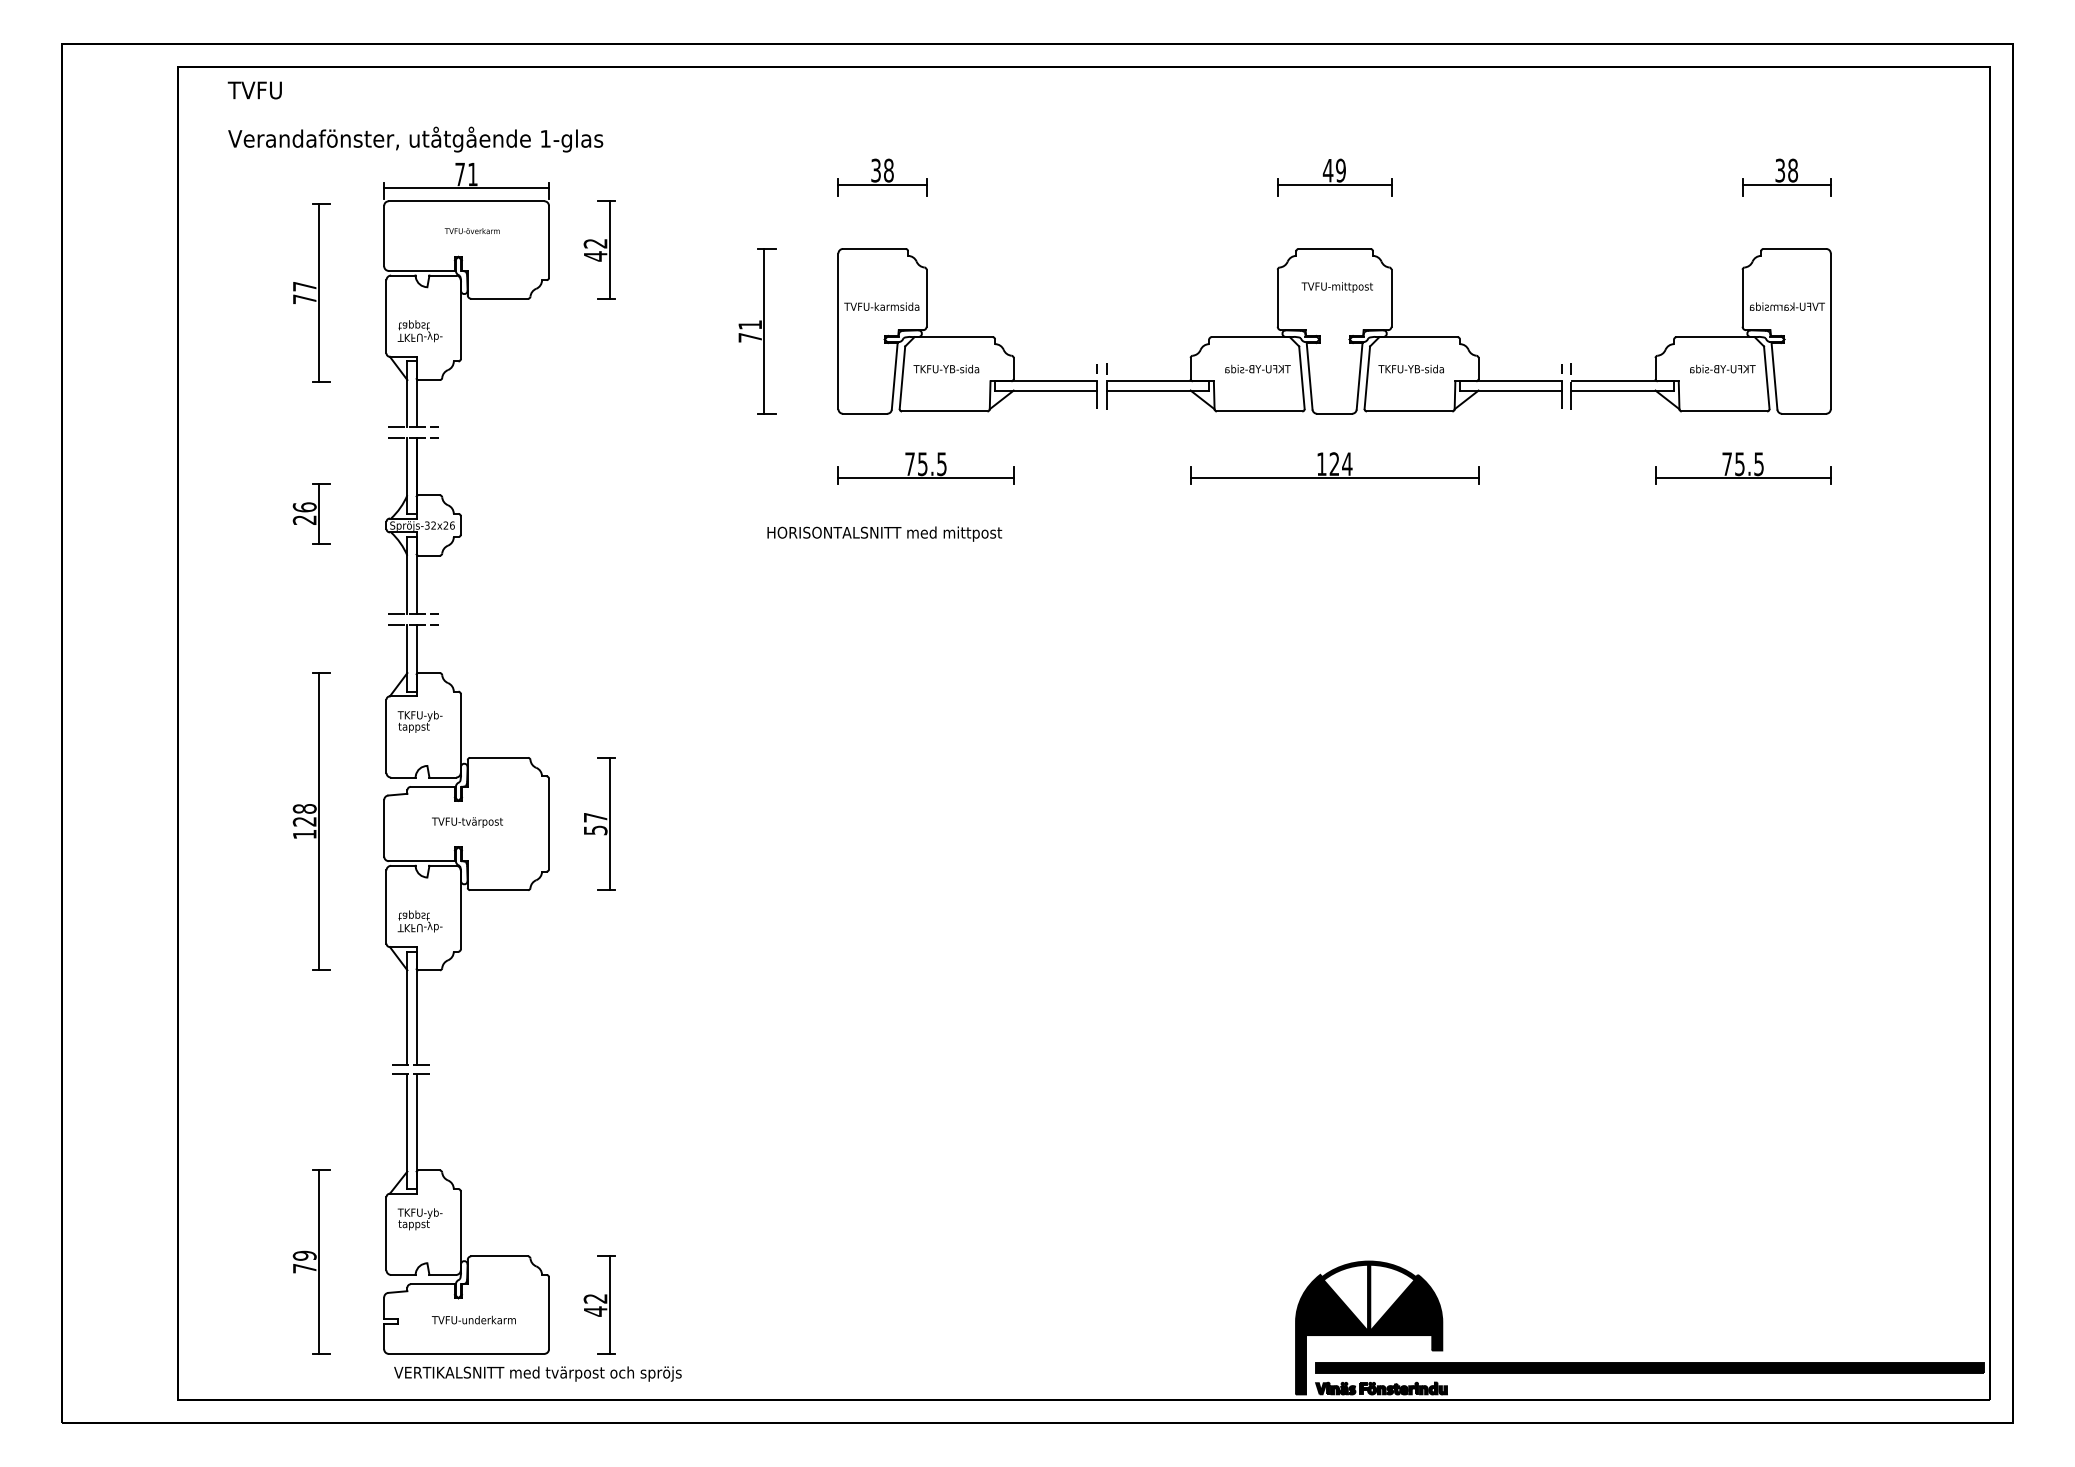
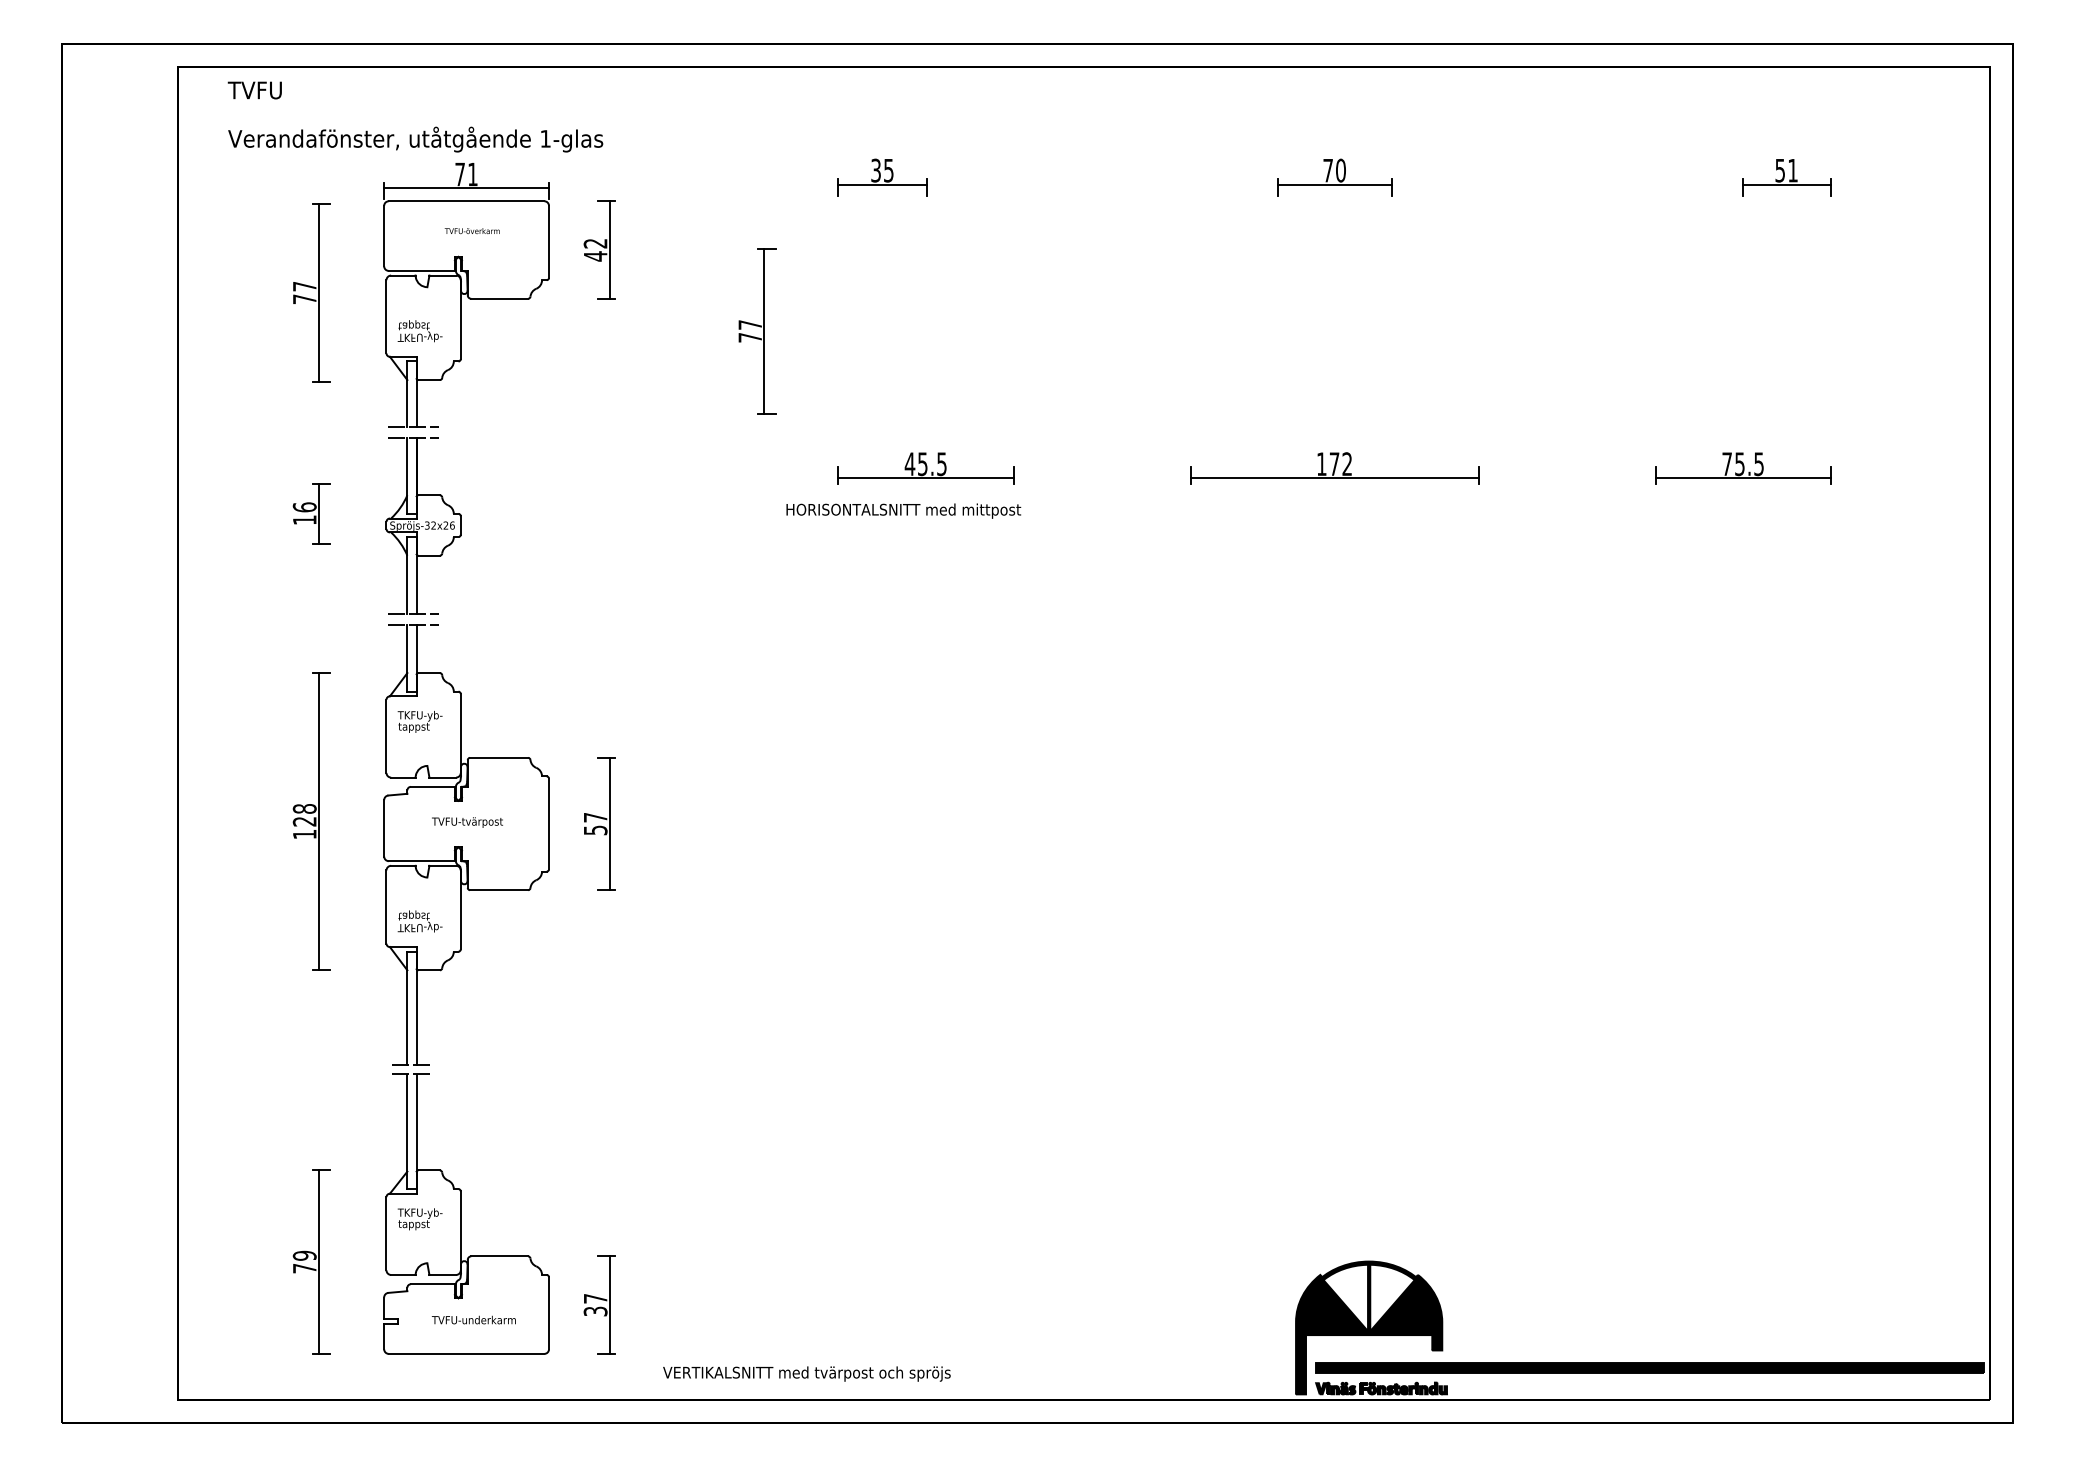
text at (888, 170): 38 -> 35
text at (1333, 170): 49 -> 70
text at (1787, 170): 38 -> 51
text at (749, 324): 71 -> 77
part at (1334, 331): present -> none
text at (909, 463): 75.5 -> 45.5
text at (1340, 463): 124 -> 172
text at (304, 519): 26 -> 16
text at (884, 533) position: (884, 533) -> (903, 510)
text at (595, 1305): 42 -> 37
text at (537, 1373) position: (537, 1373) -> (806, 1373)
